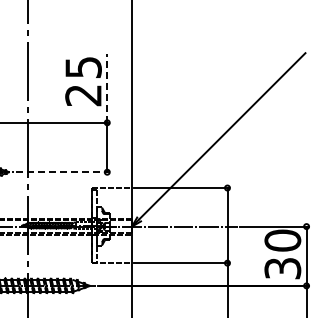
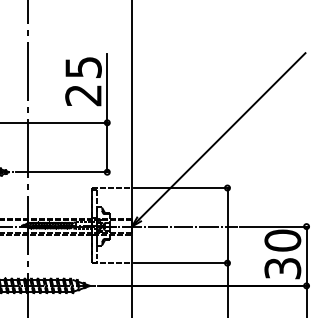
line at (107, 88): dashed -> solid
line at (63, 172): dashed -> solid
